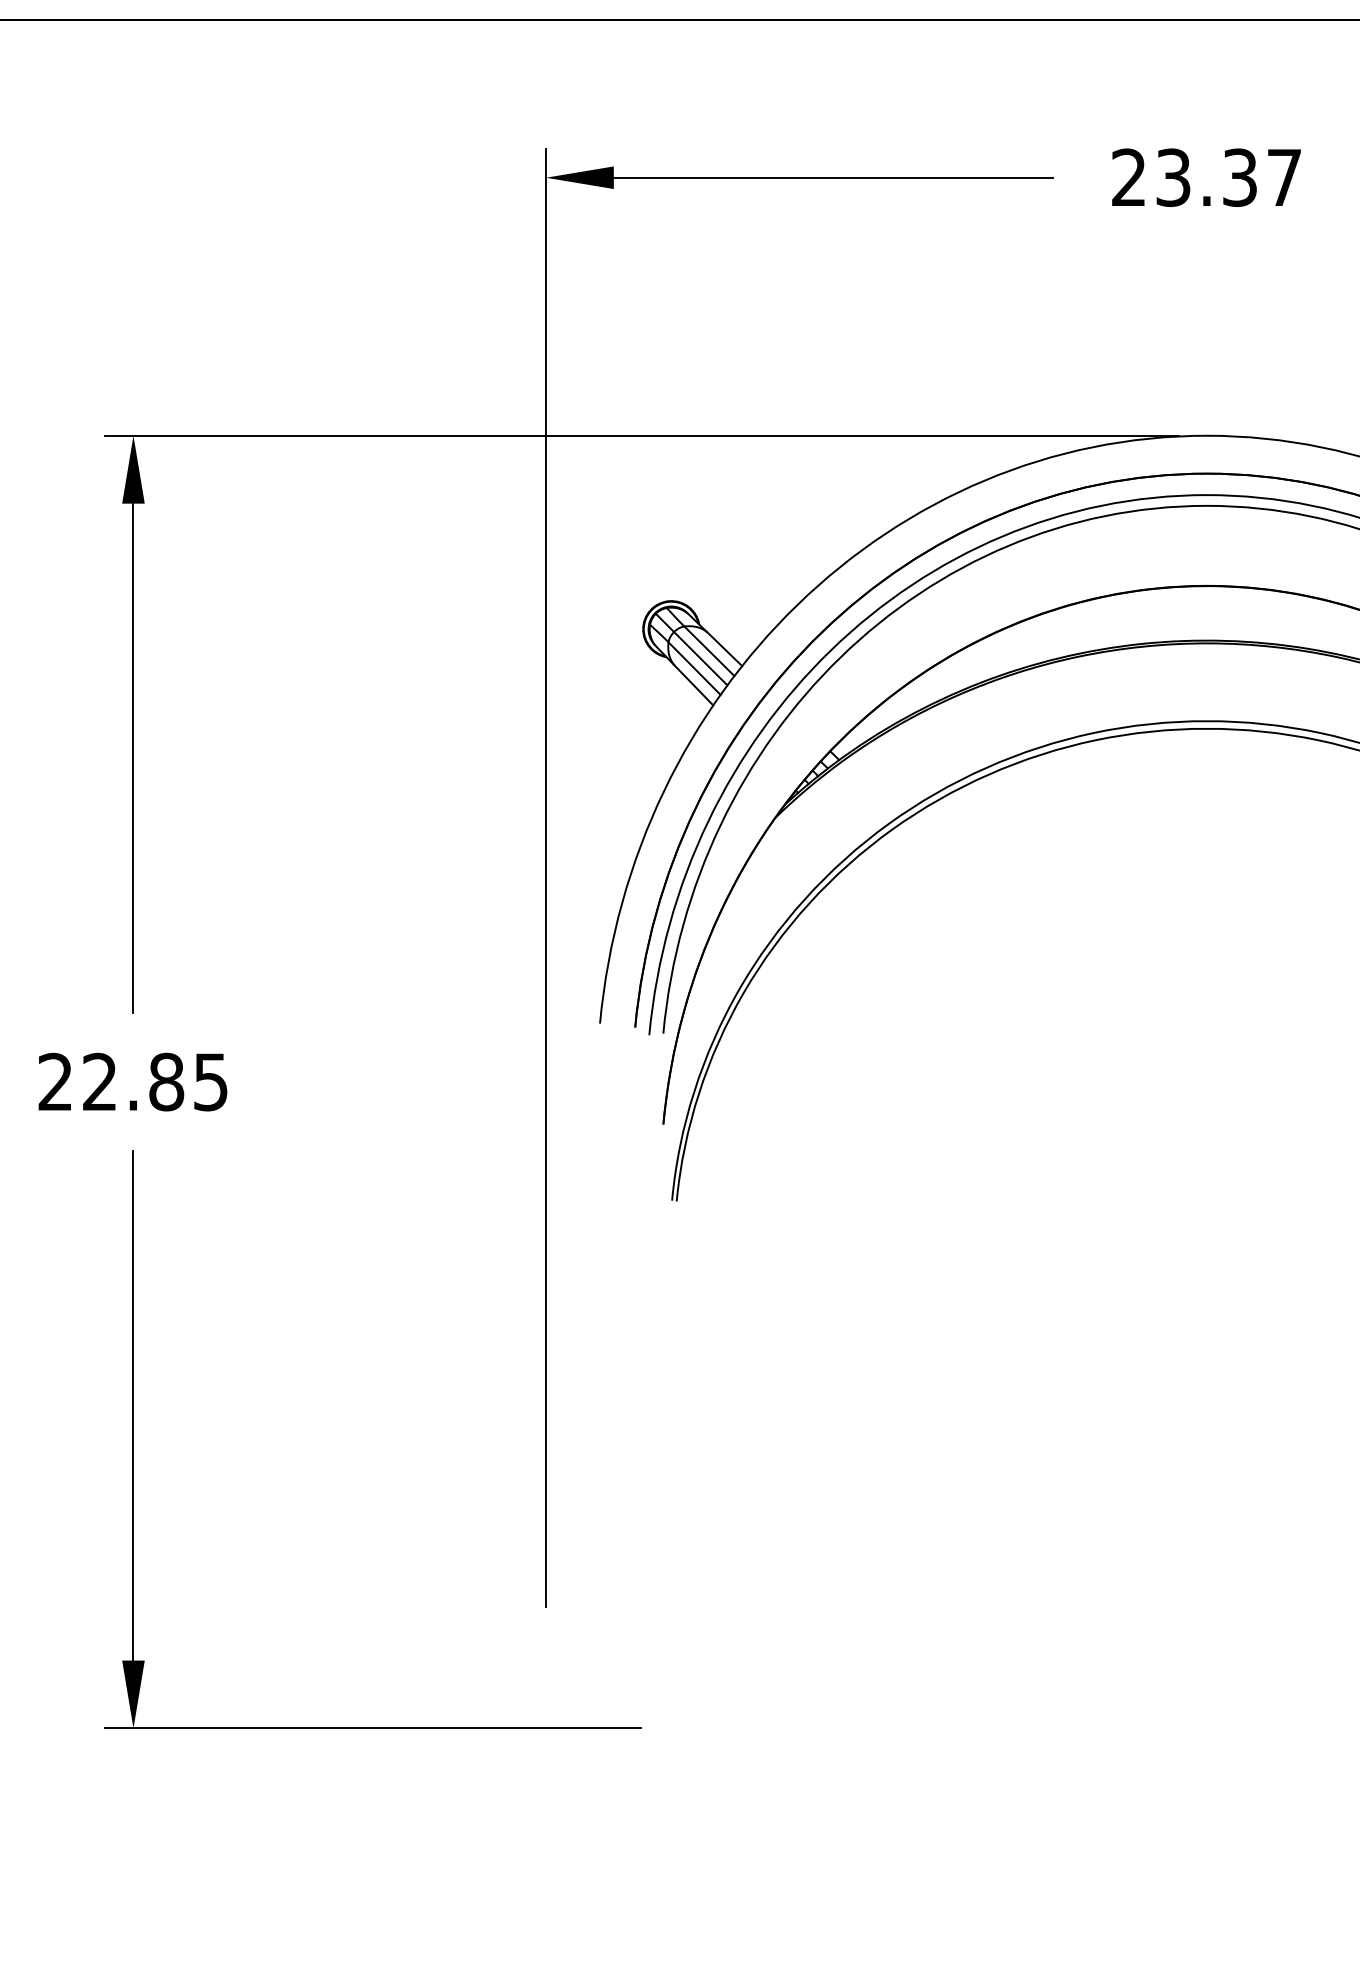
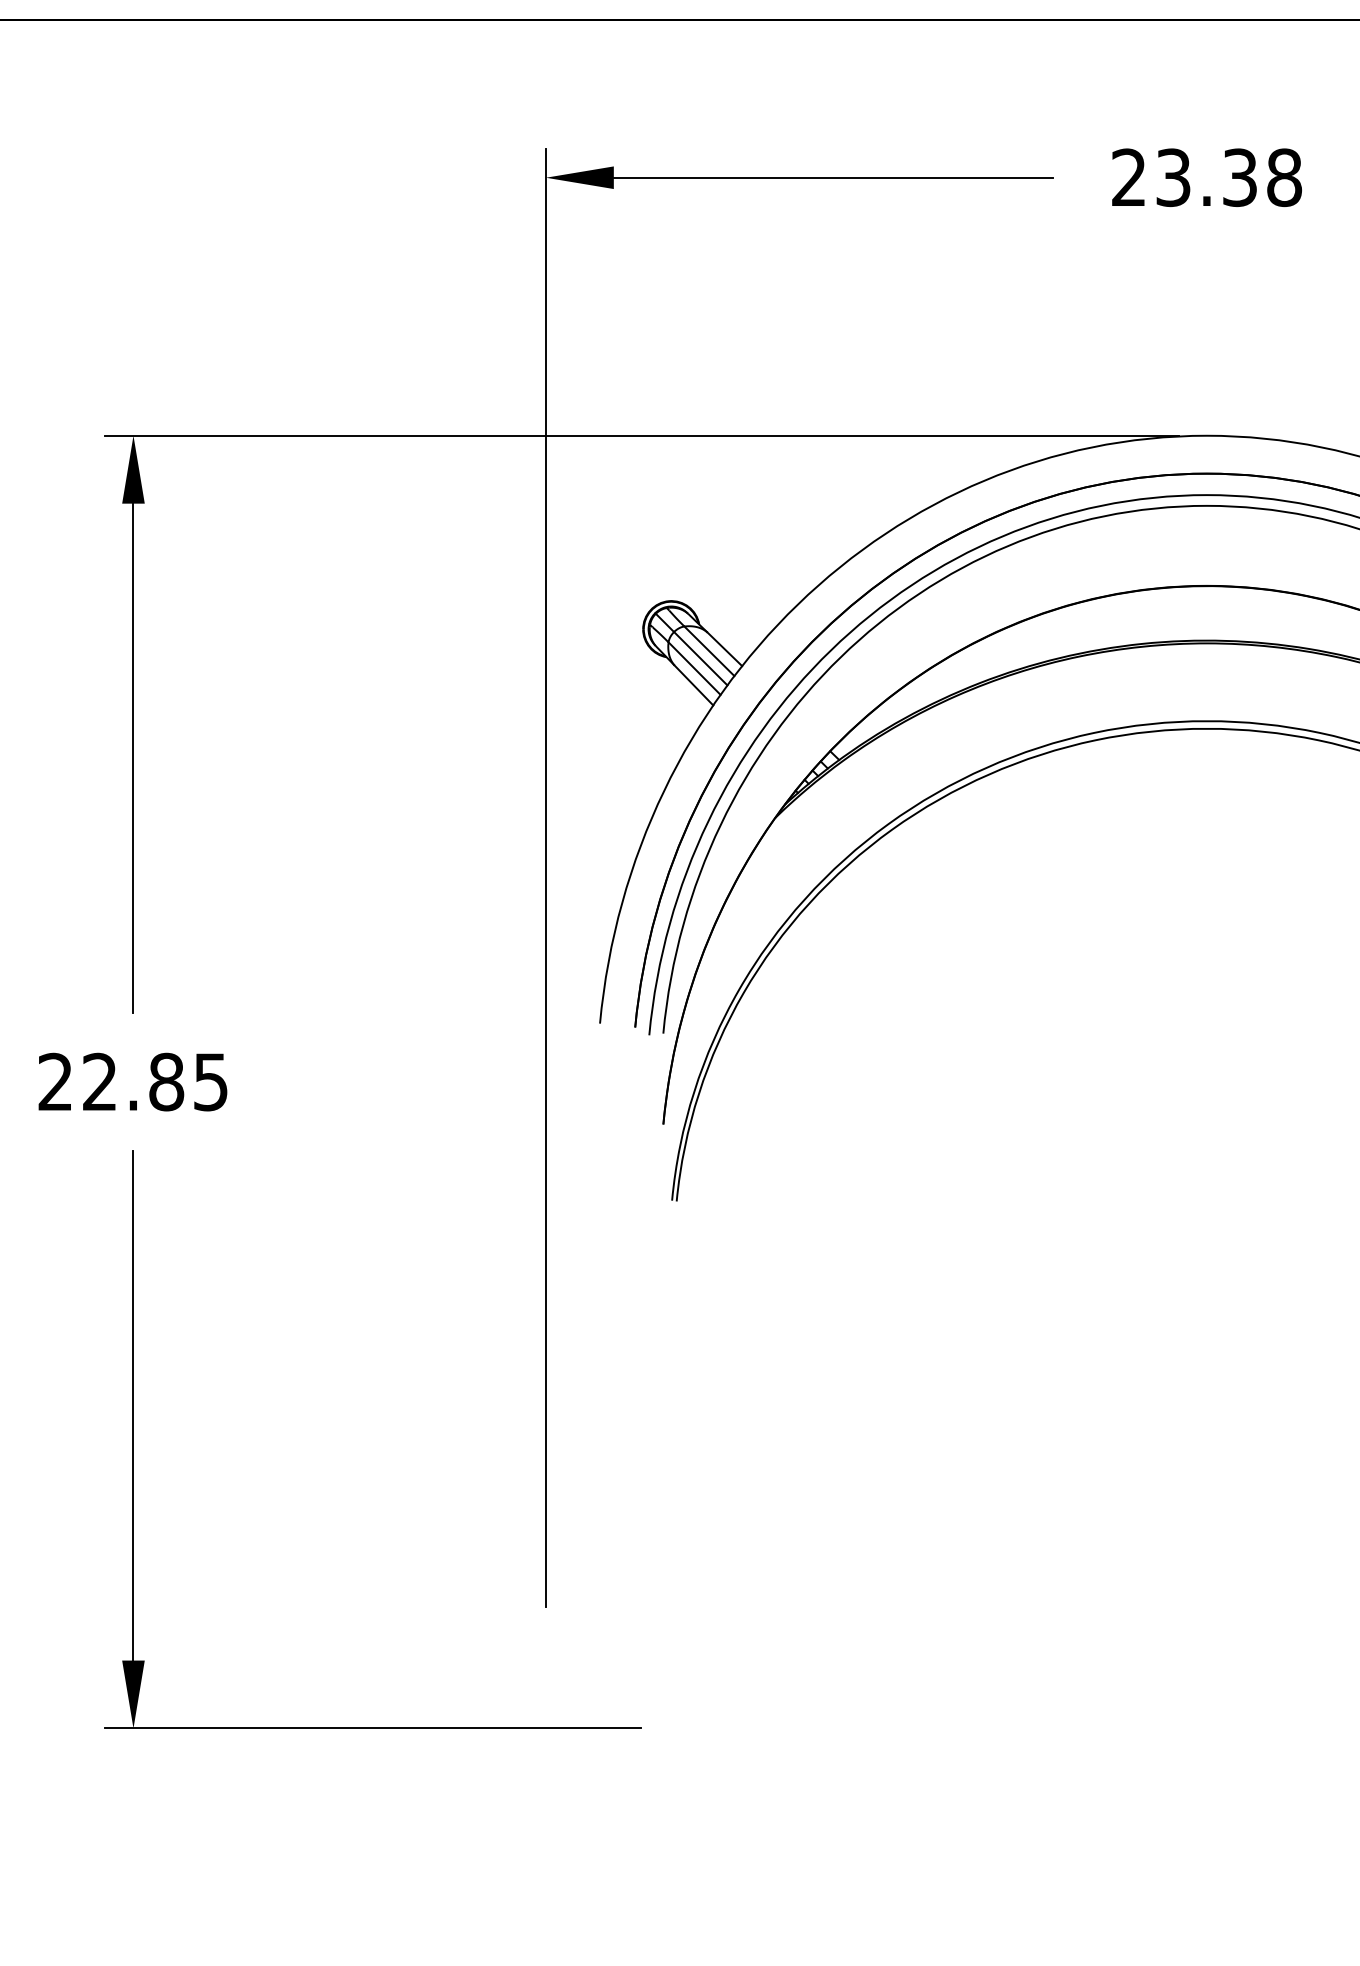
text at (1284, 177): 23.37 -> 23.38
